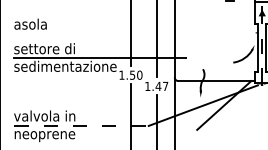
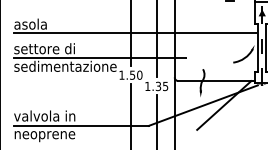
line at (134, 32): none -> present
text at (161, 86): 1.47 -> 1.35
line at (82, 125): dashed -> solid
